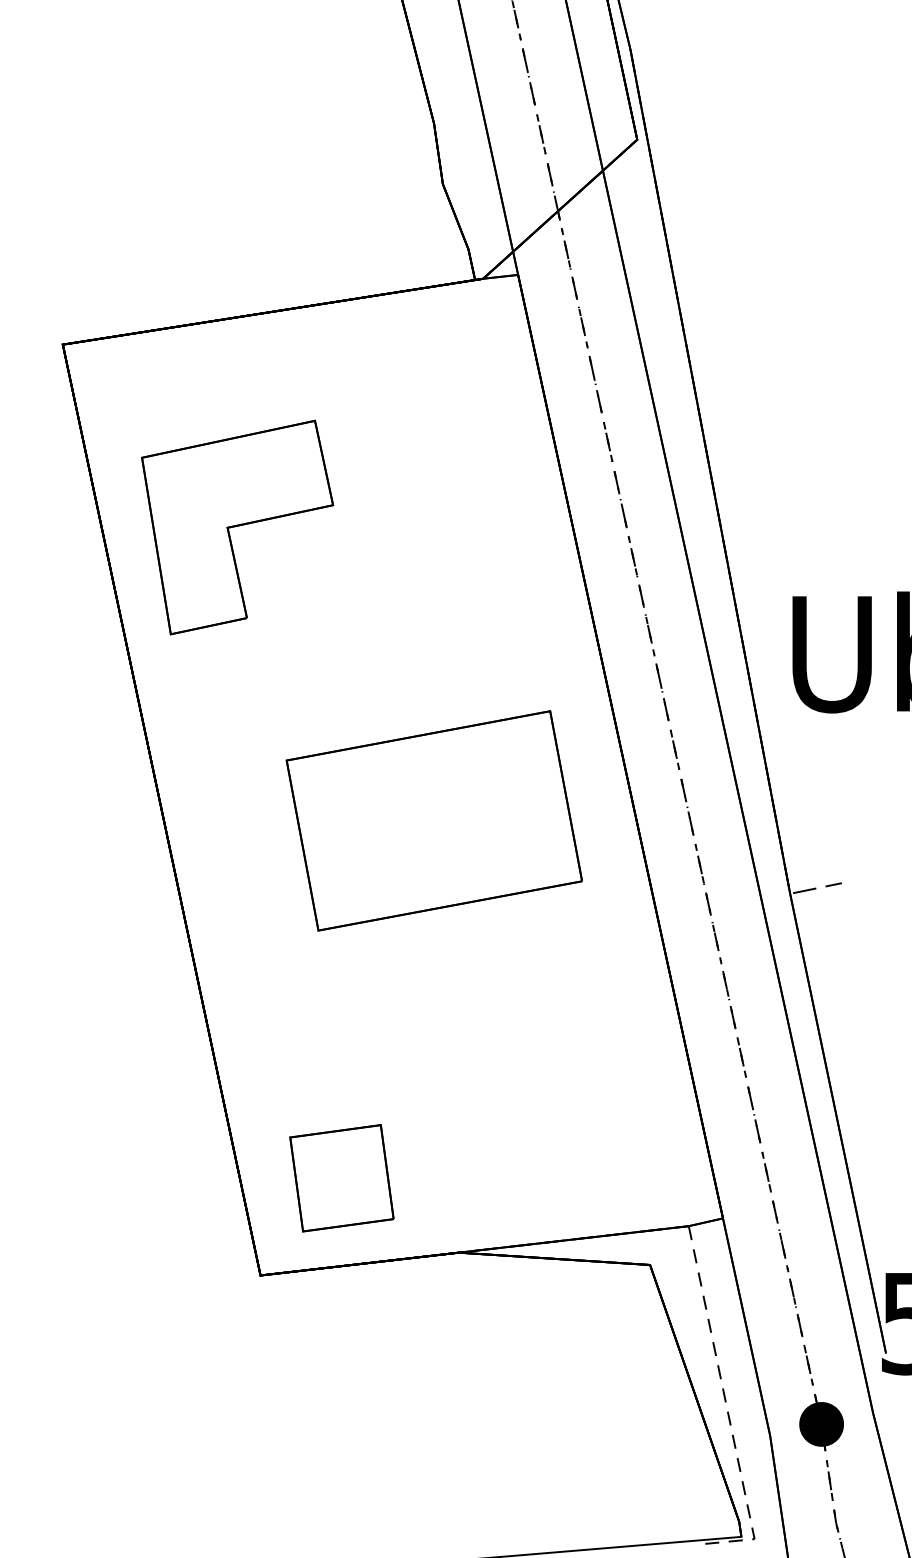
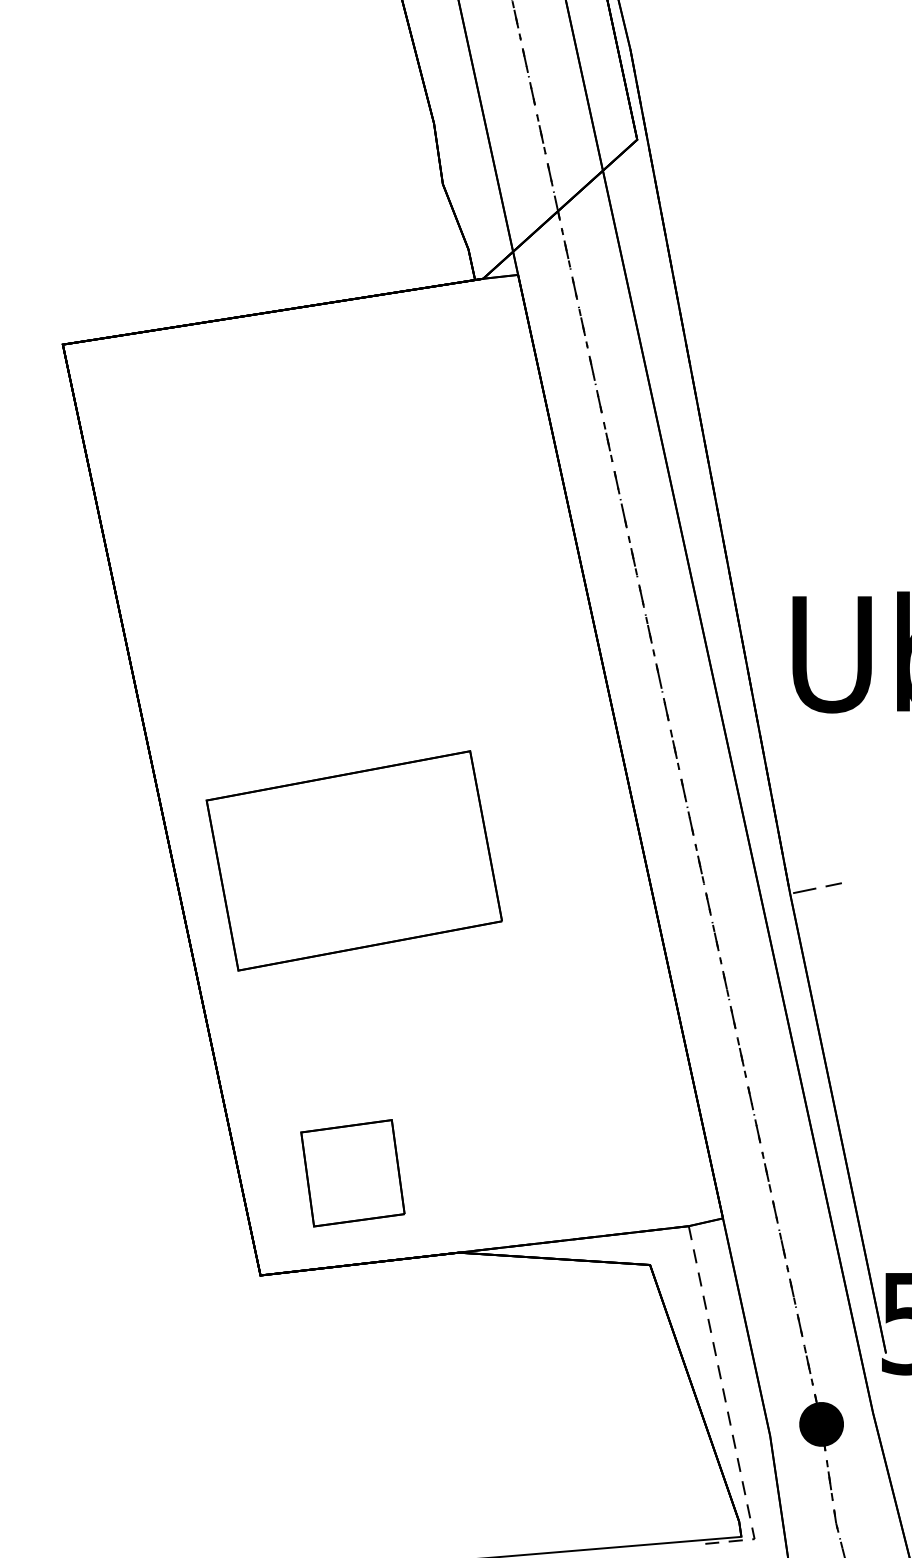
part at (237, 527): present -> none
part at (433, 820) position: (433, 820) -> (353, 860)
part at (341, 1178) position: (341, 1178) -> (352, 1173)
